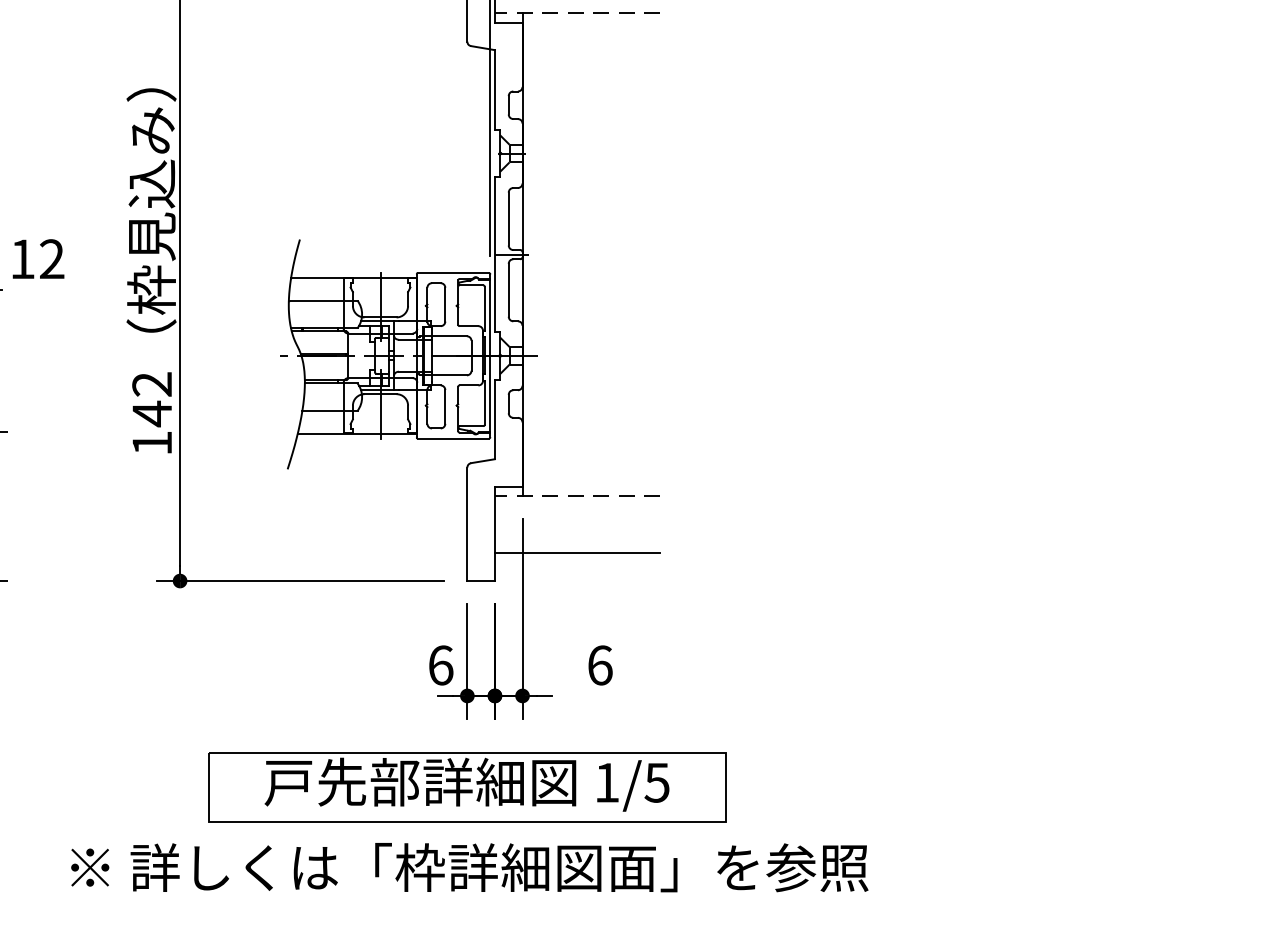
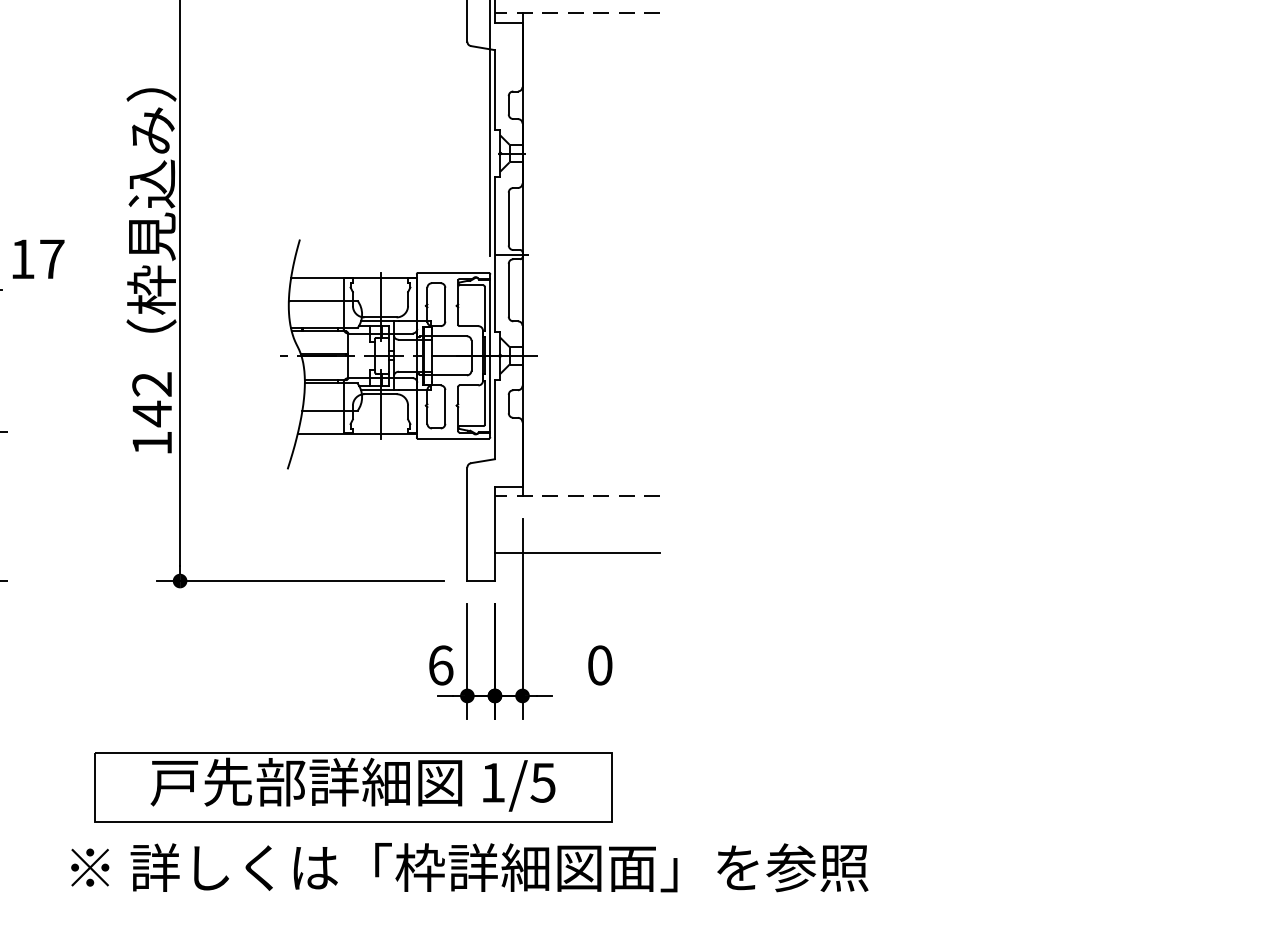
text at (52, 258): 12 -> 17
text at (600, 665): 6 -> 0
part at (467, 787) position: (467, 787) -> (353, 787)
